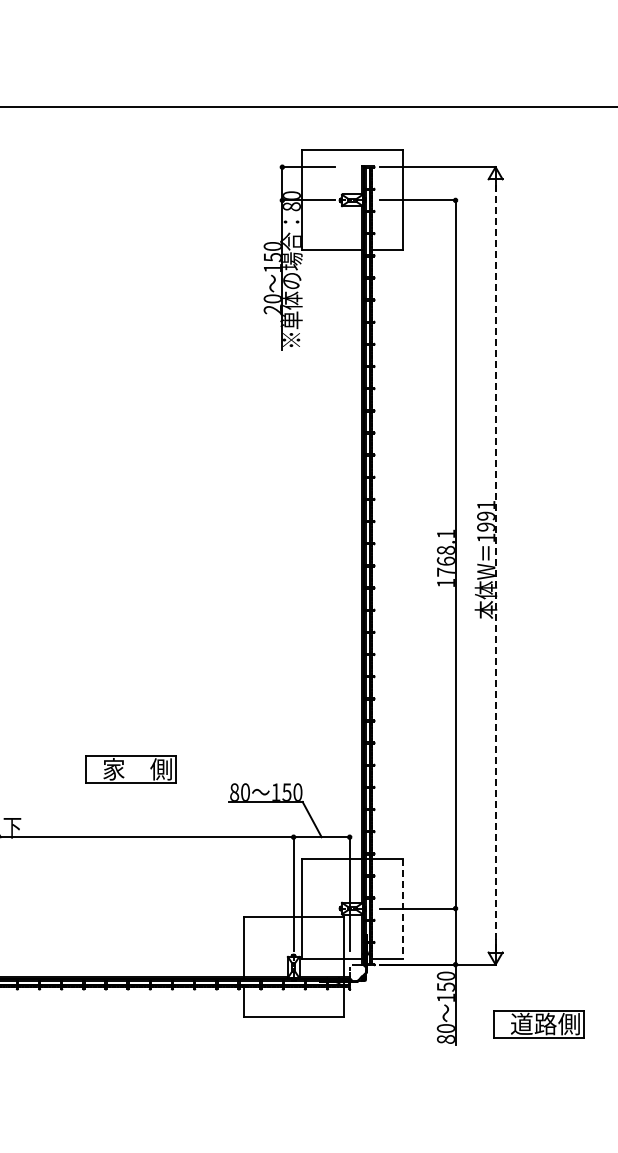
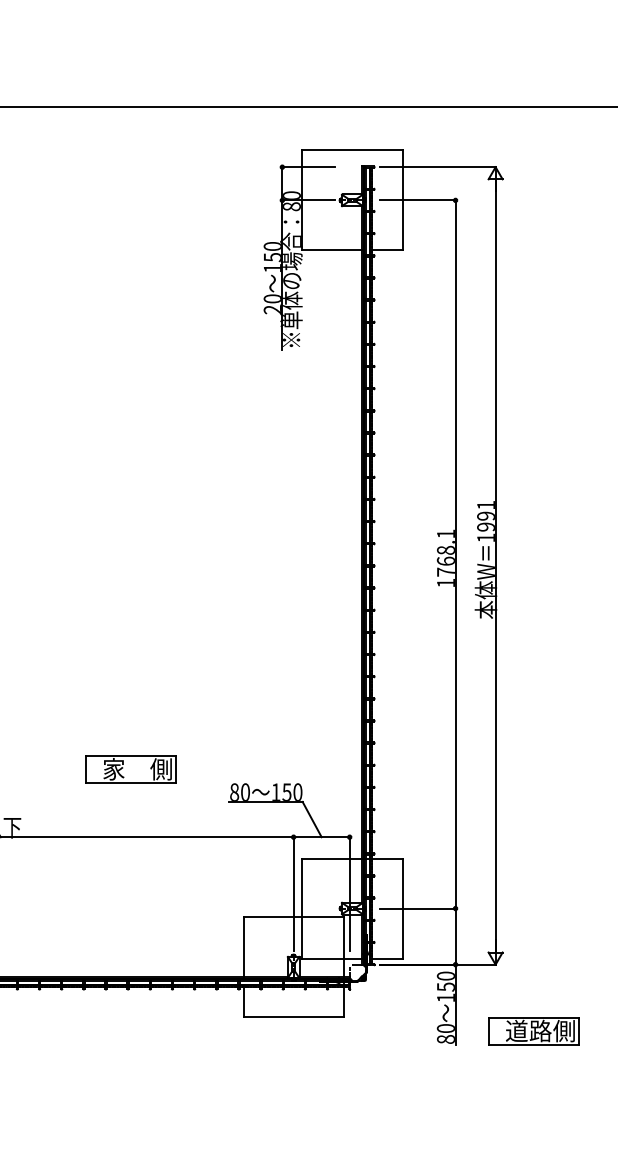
line at (495, 565): dashed -> solid
line at (402, 909): dashed -> solid
part at (538, 1024) position: (538, 1024) -> (533, 1031)
